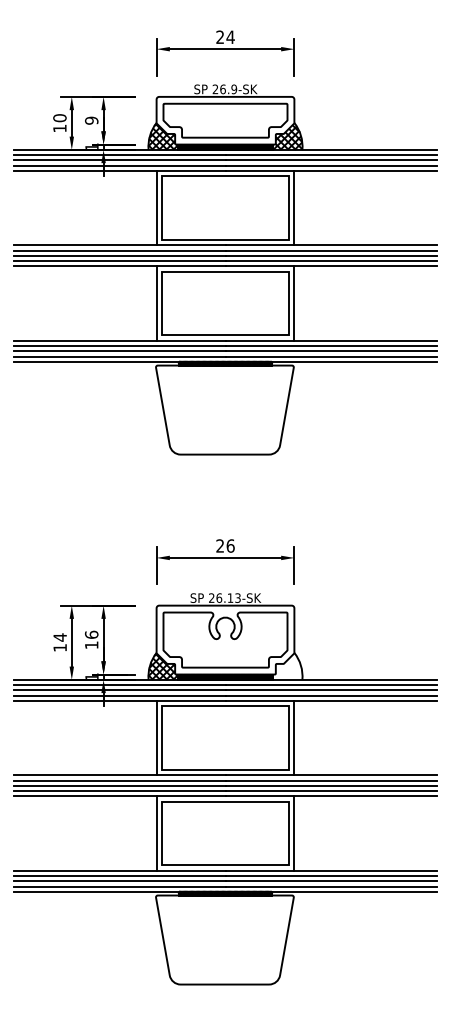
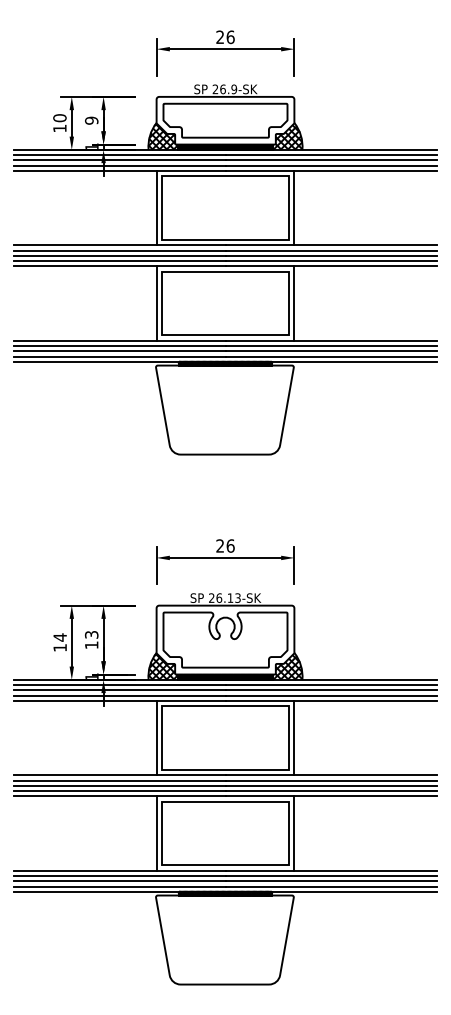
text at (230, 37): 24 -> 26
text at (91, 634): 16 -> 13
hatch at (287, 667): none -> present
